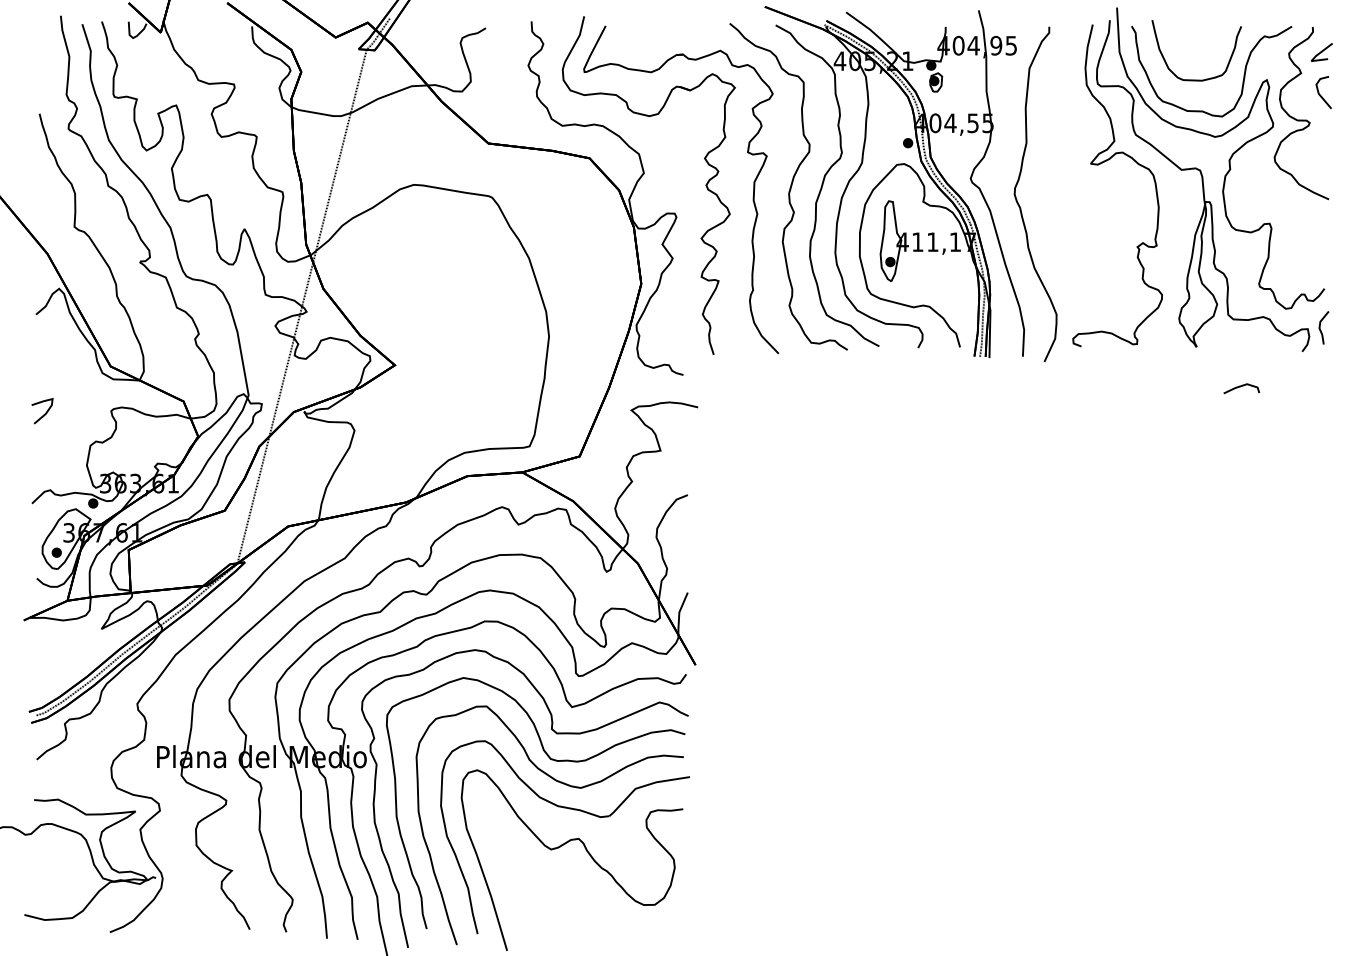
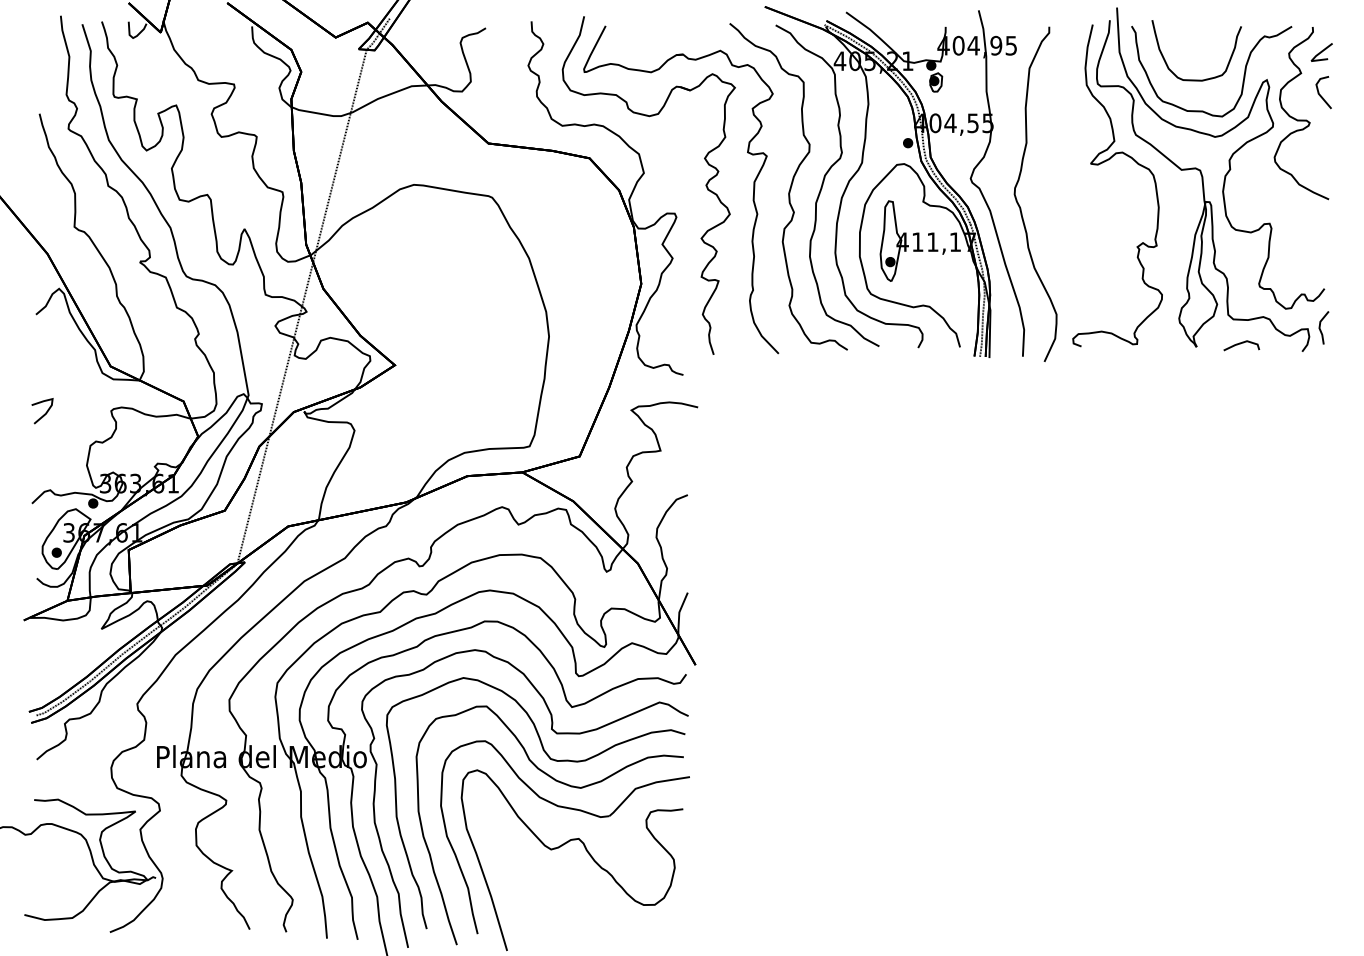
line at (1240, 387) position: (1240, 387) -> (1240, 344)
